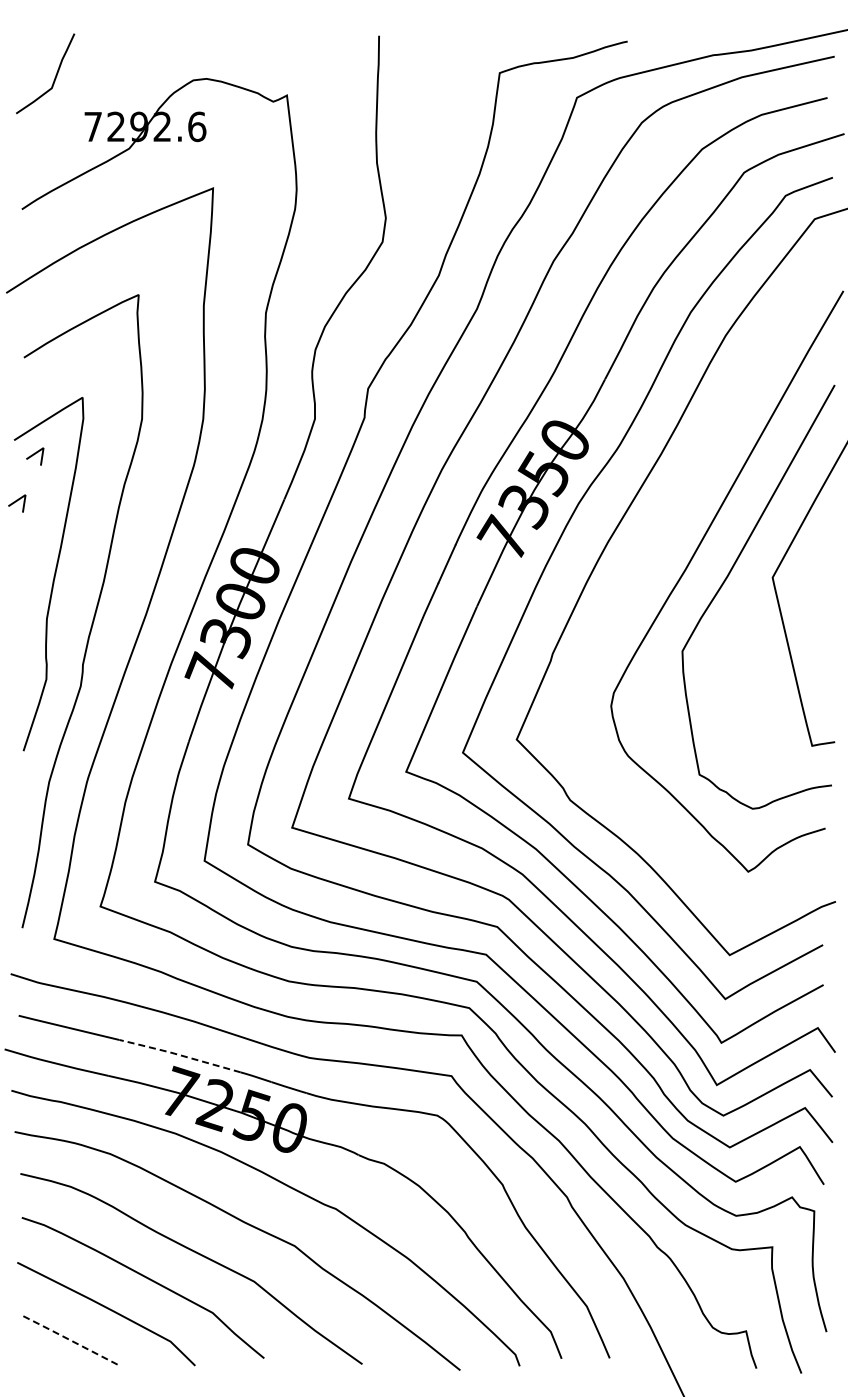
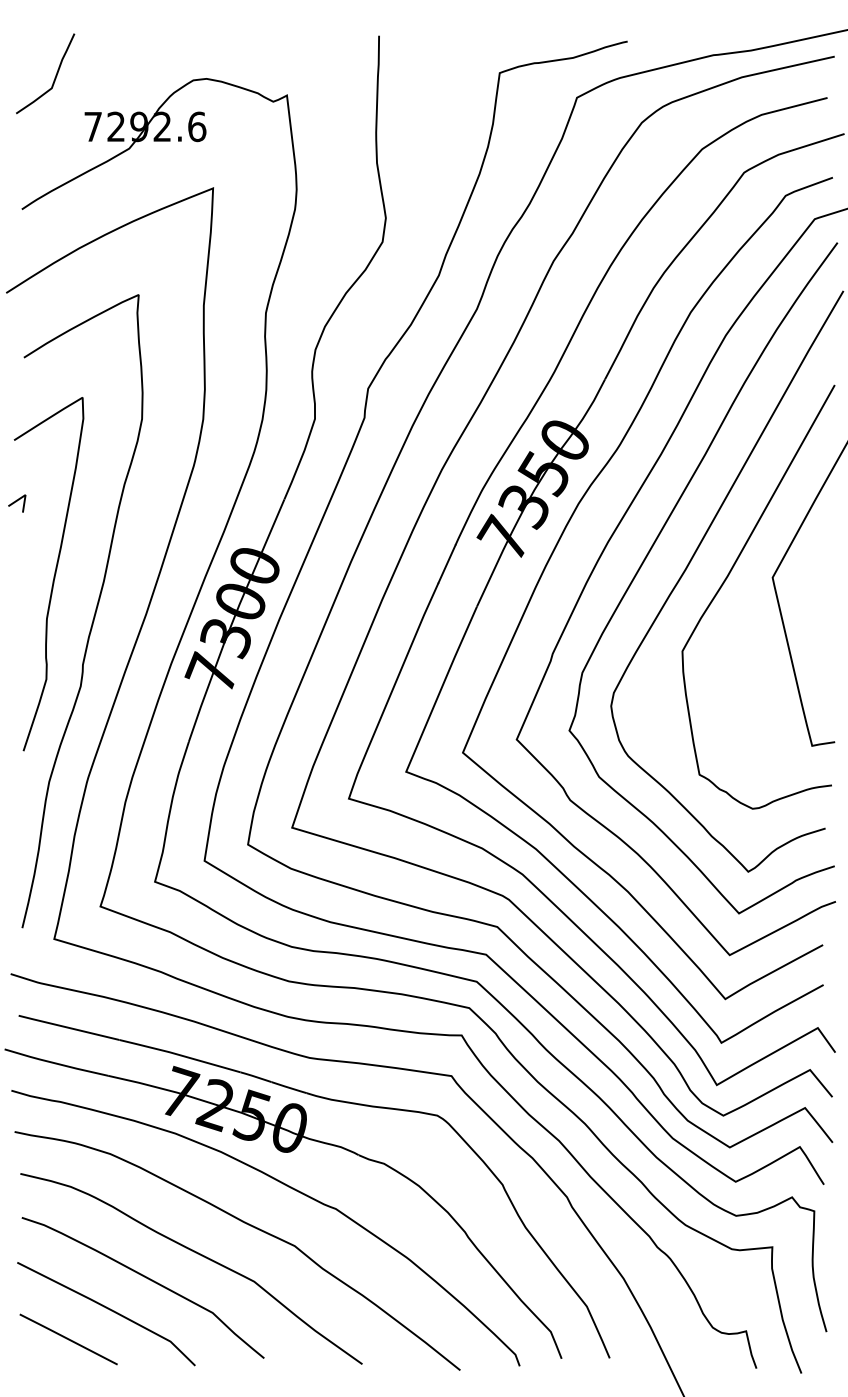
line at (34, 455): present -> none
curve at (652, 548): none -> present
line at (178, 1054): dashed -> solid
line at (67, 1338): dashed -> solid
